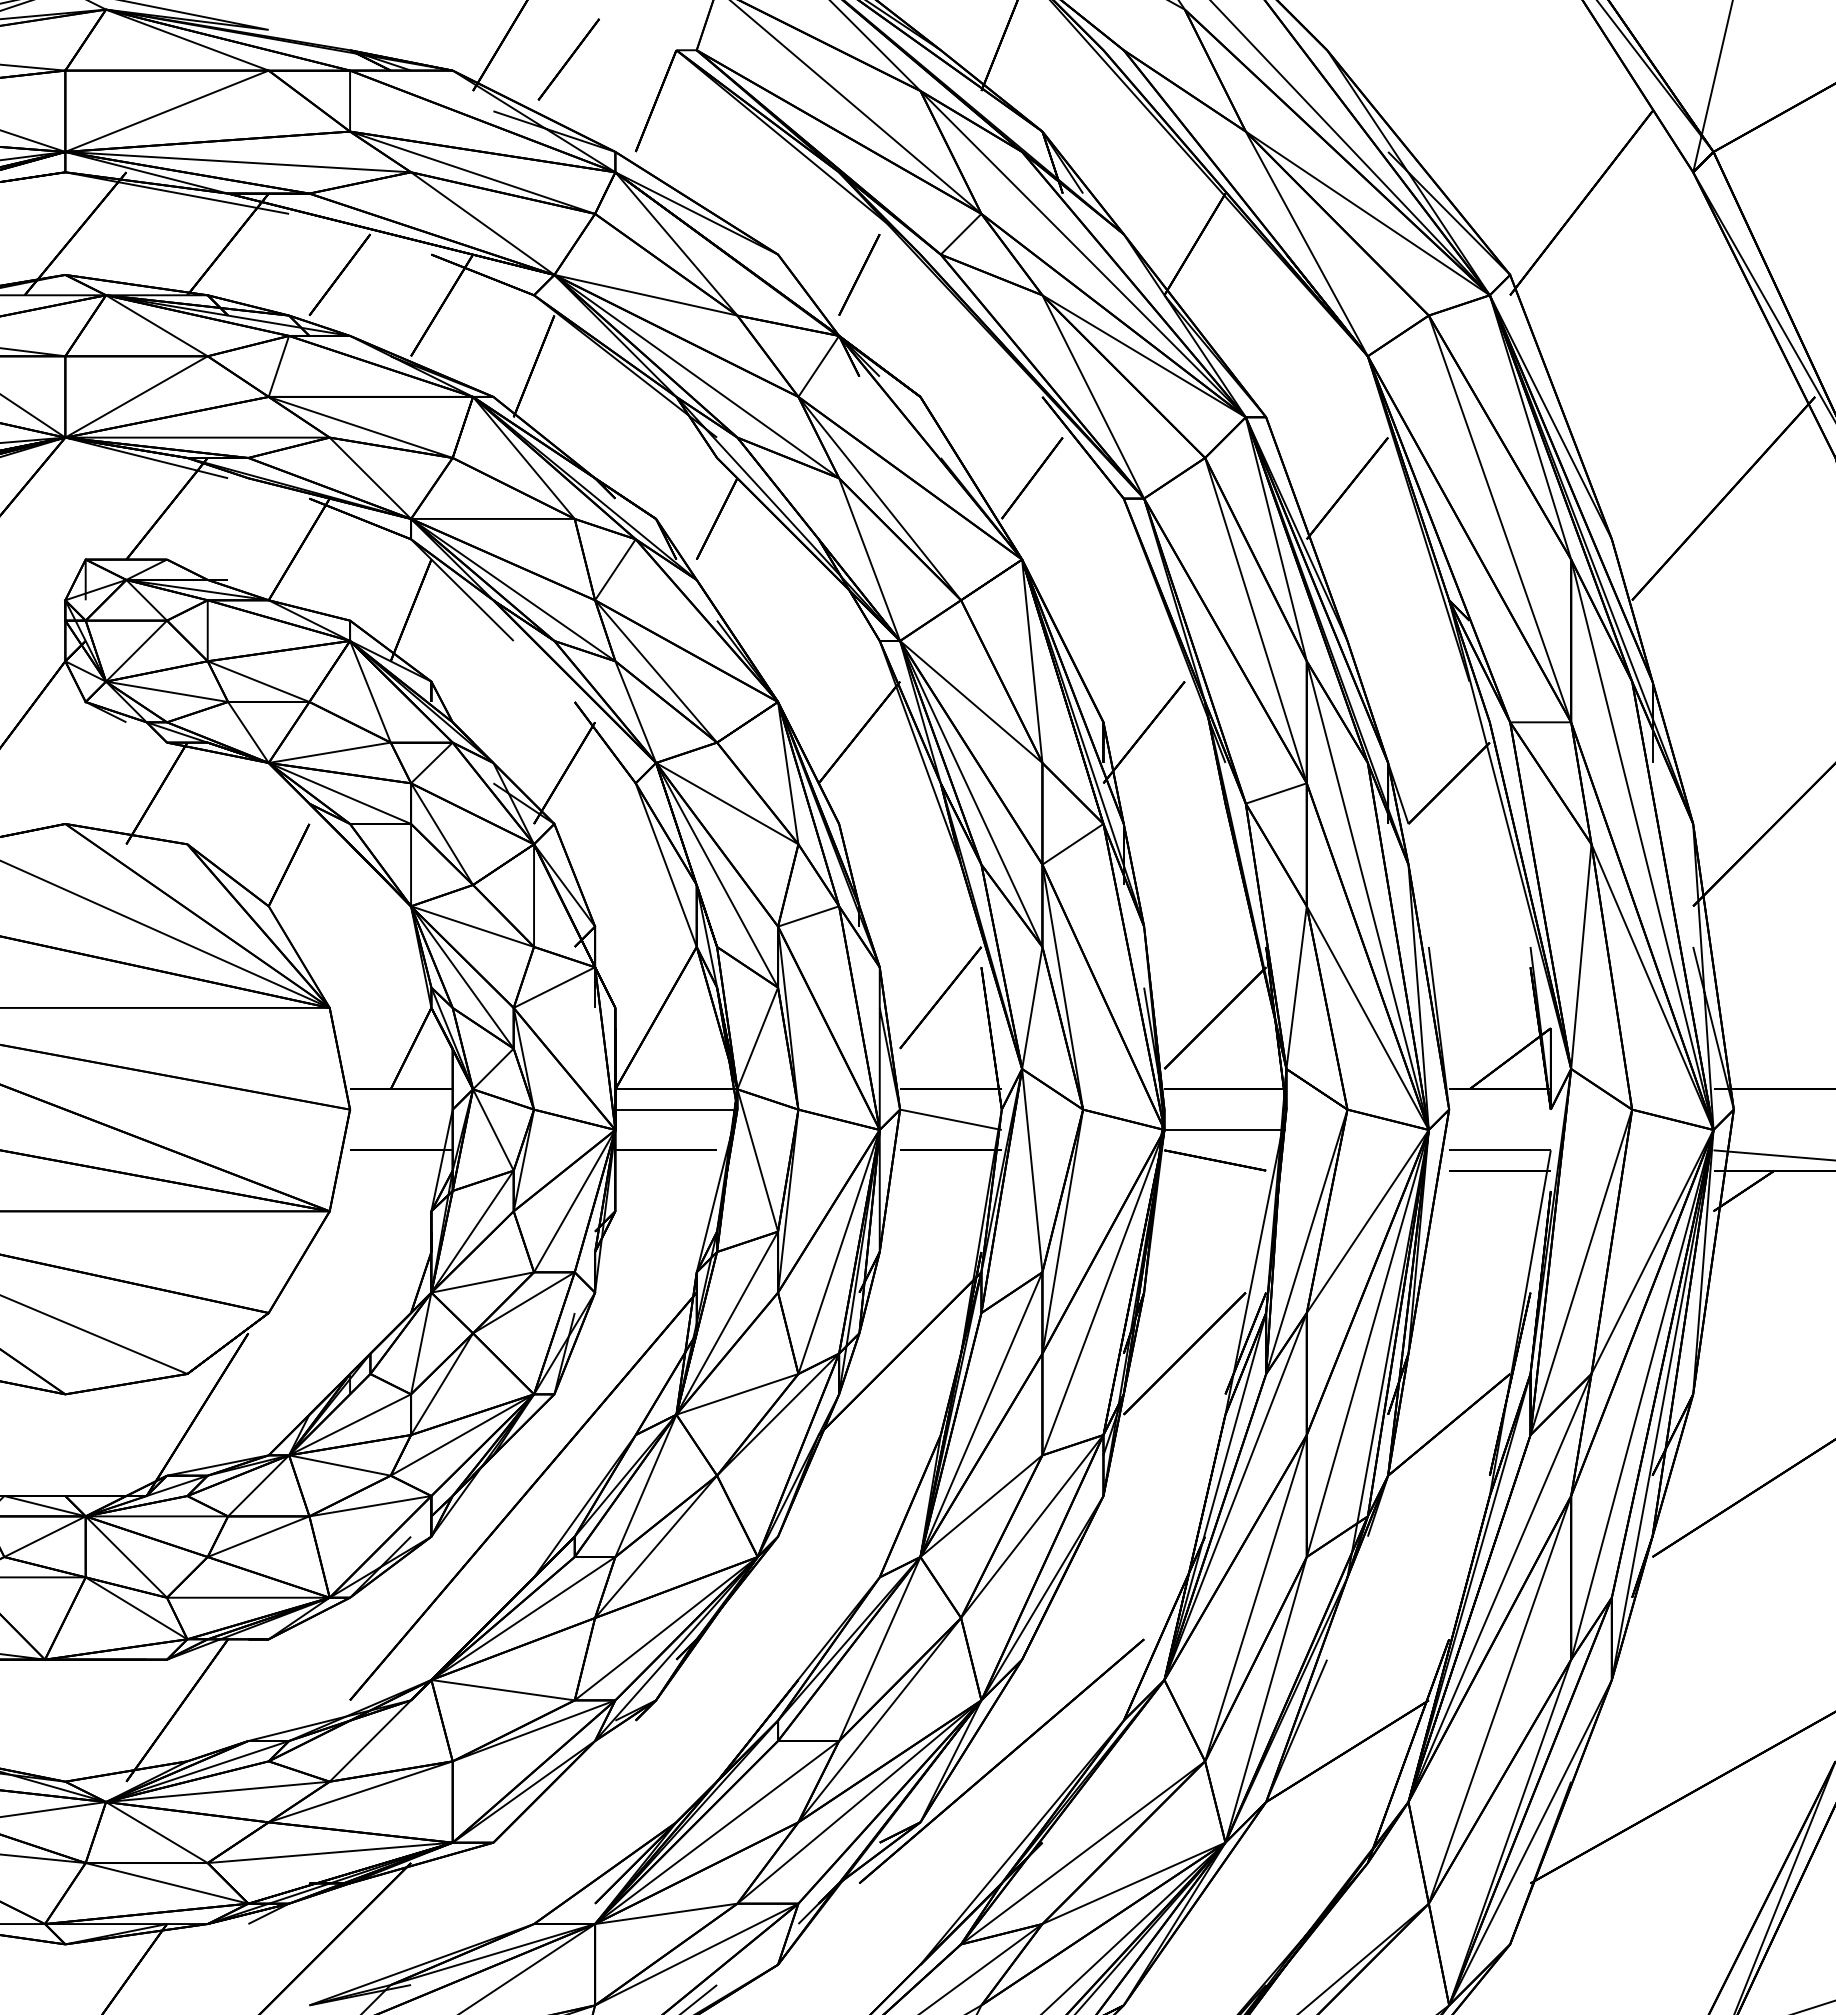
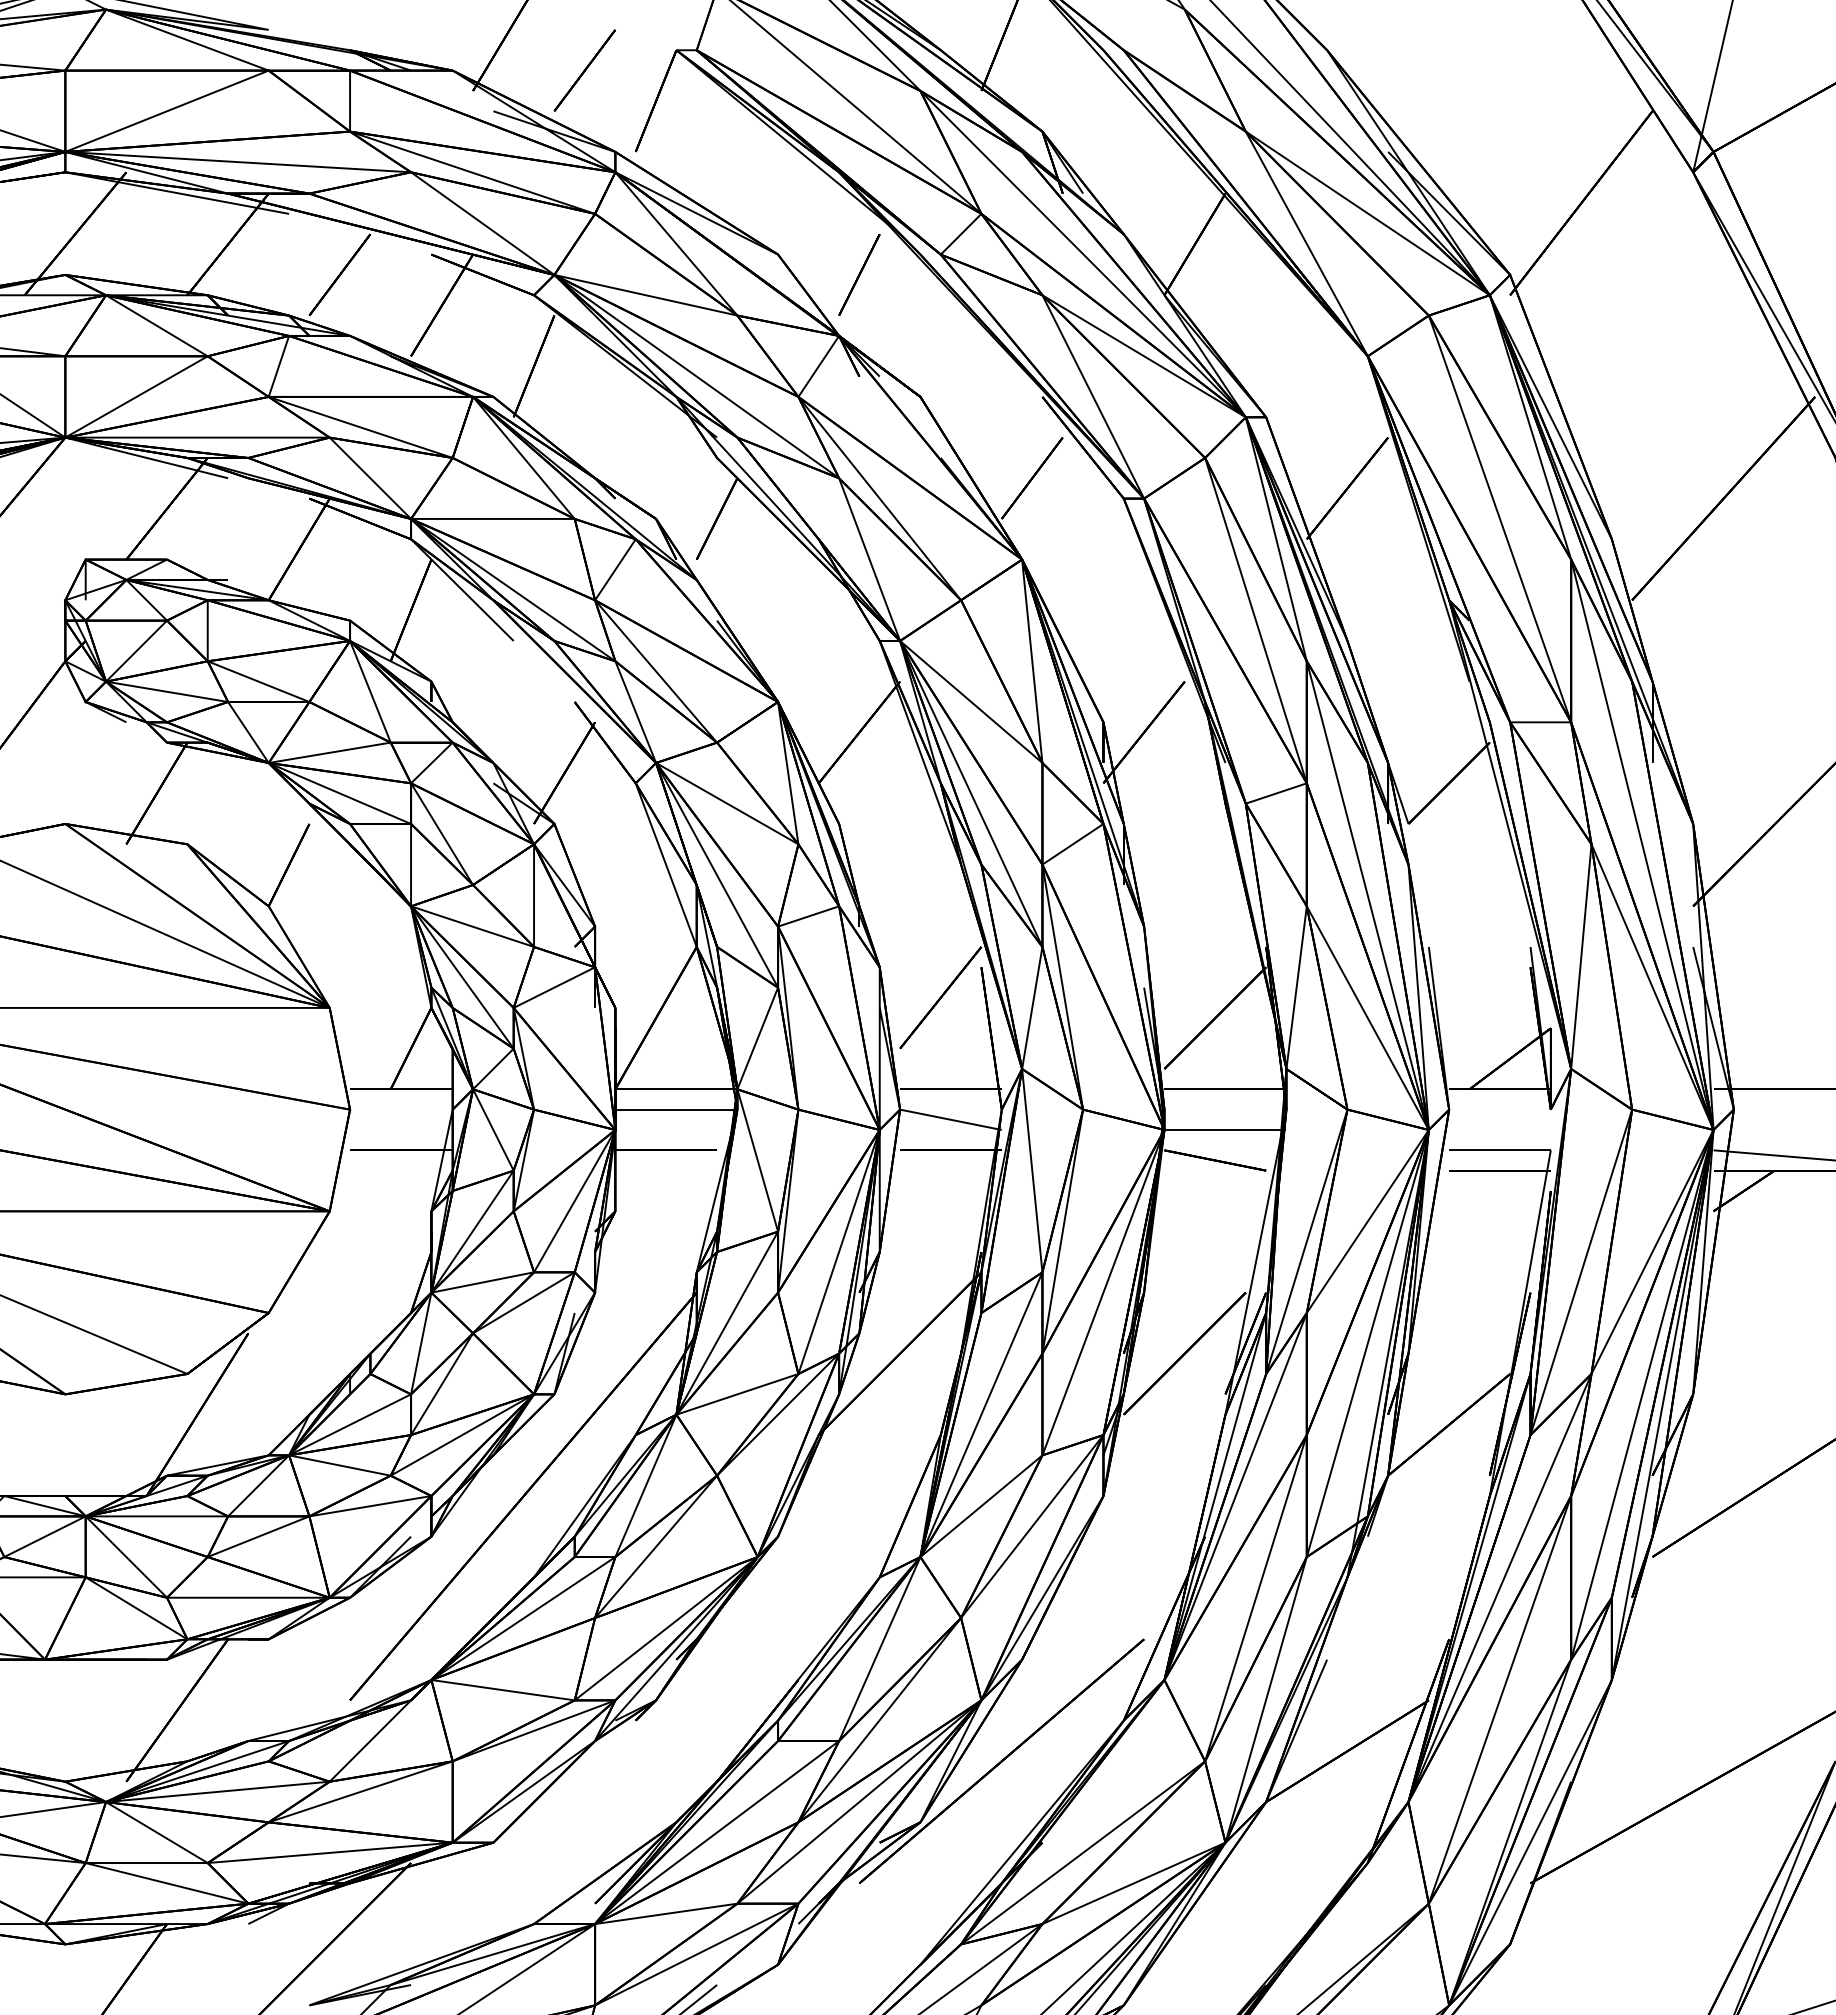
line at (568, 59) position: (568, 59) -> (584, 70)
